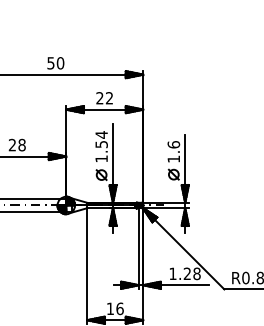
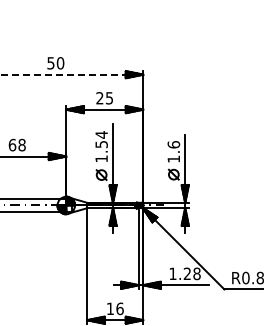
line at (72, 74): solid -> dashed
text at (109, 98): 22 -> 25
text at (12, 144): 28 -> 68
